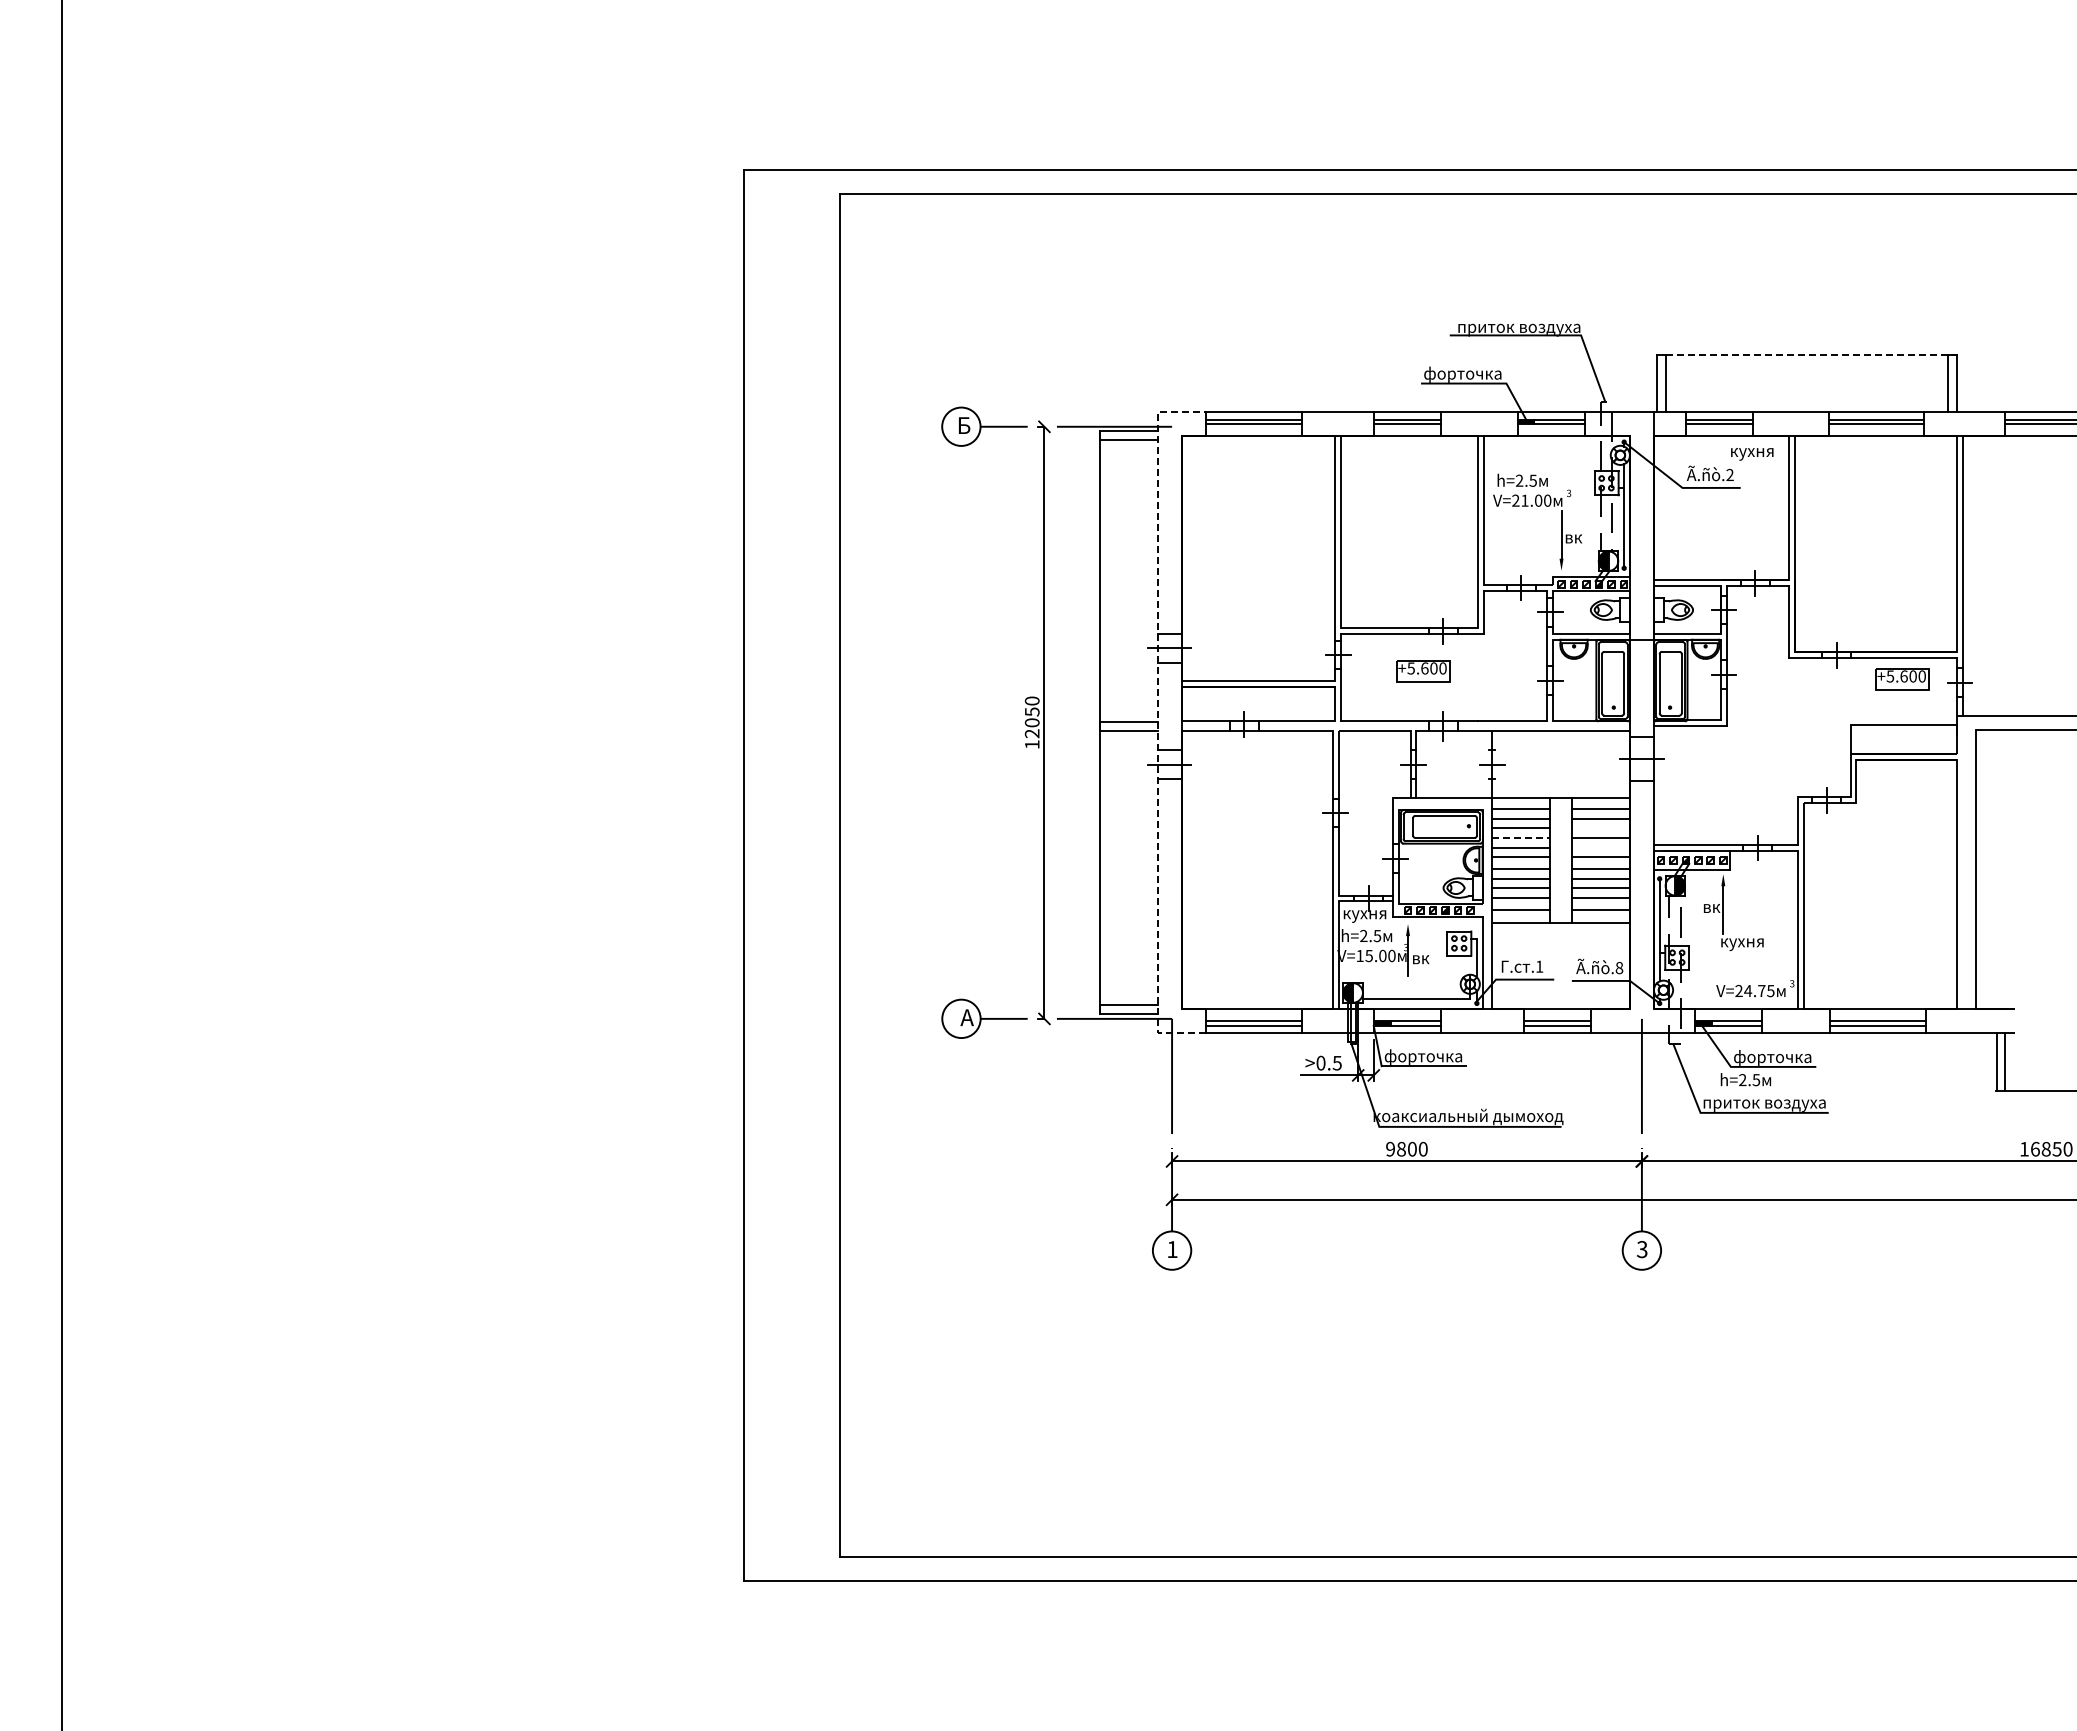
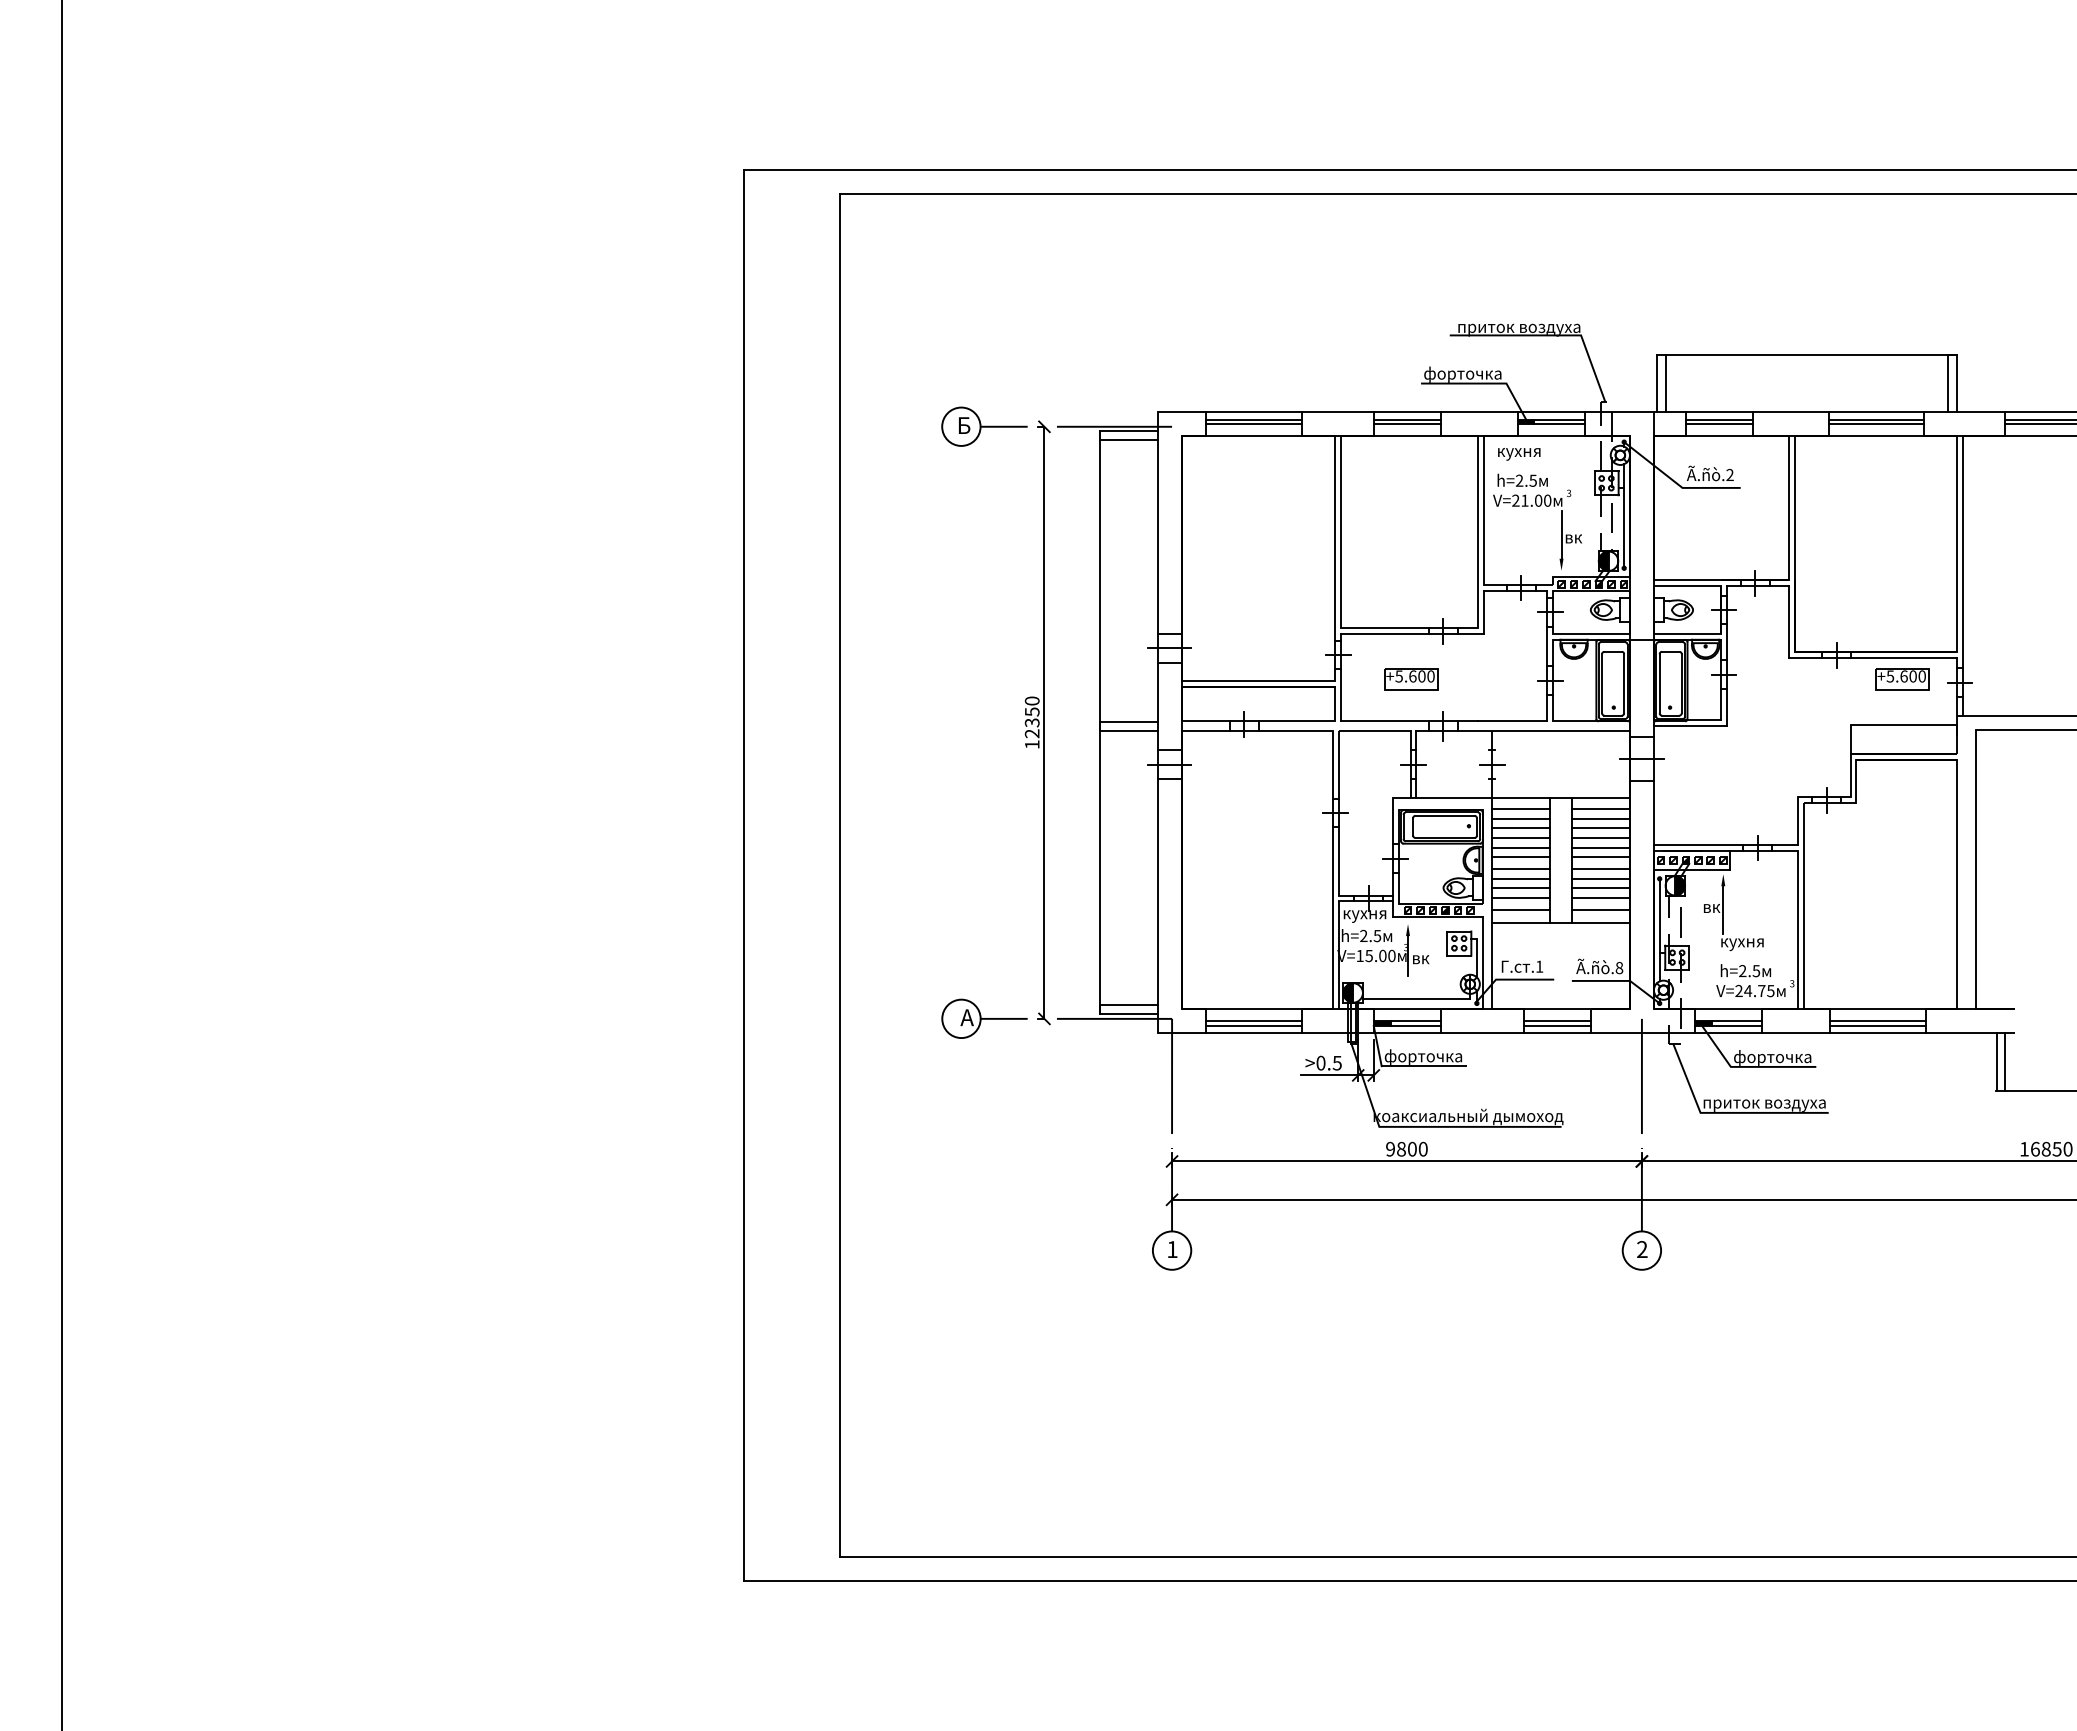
line at (1811, 354): dashed -> solid
text at (1752, 454) position: (1752, 454) -> (1519, 454)
part at (1423, 671) position: (1423, 671) -> (1411, 679)
text at (1032, 722): 12050 -> 12350
line at (1157, 722): dashed -> solid
line at (1600, 828): none -> present
line at (1521, 837): dashed -> solid
line at (1600, 847): none -> present
text at (1745, 1079) position: (1745, 1079) -> (1745, 970)
text at (1642, 1249): 3 -> 2
